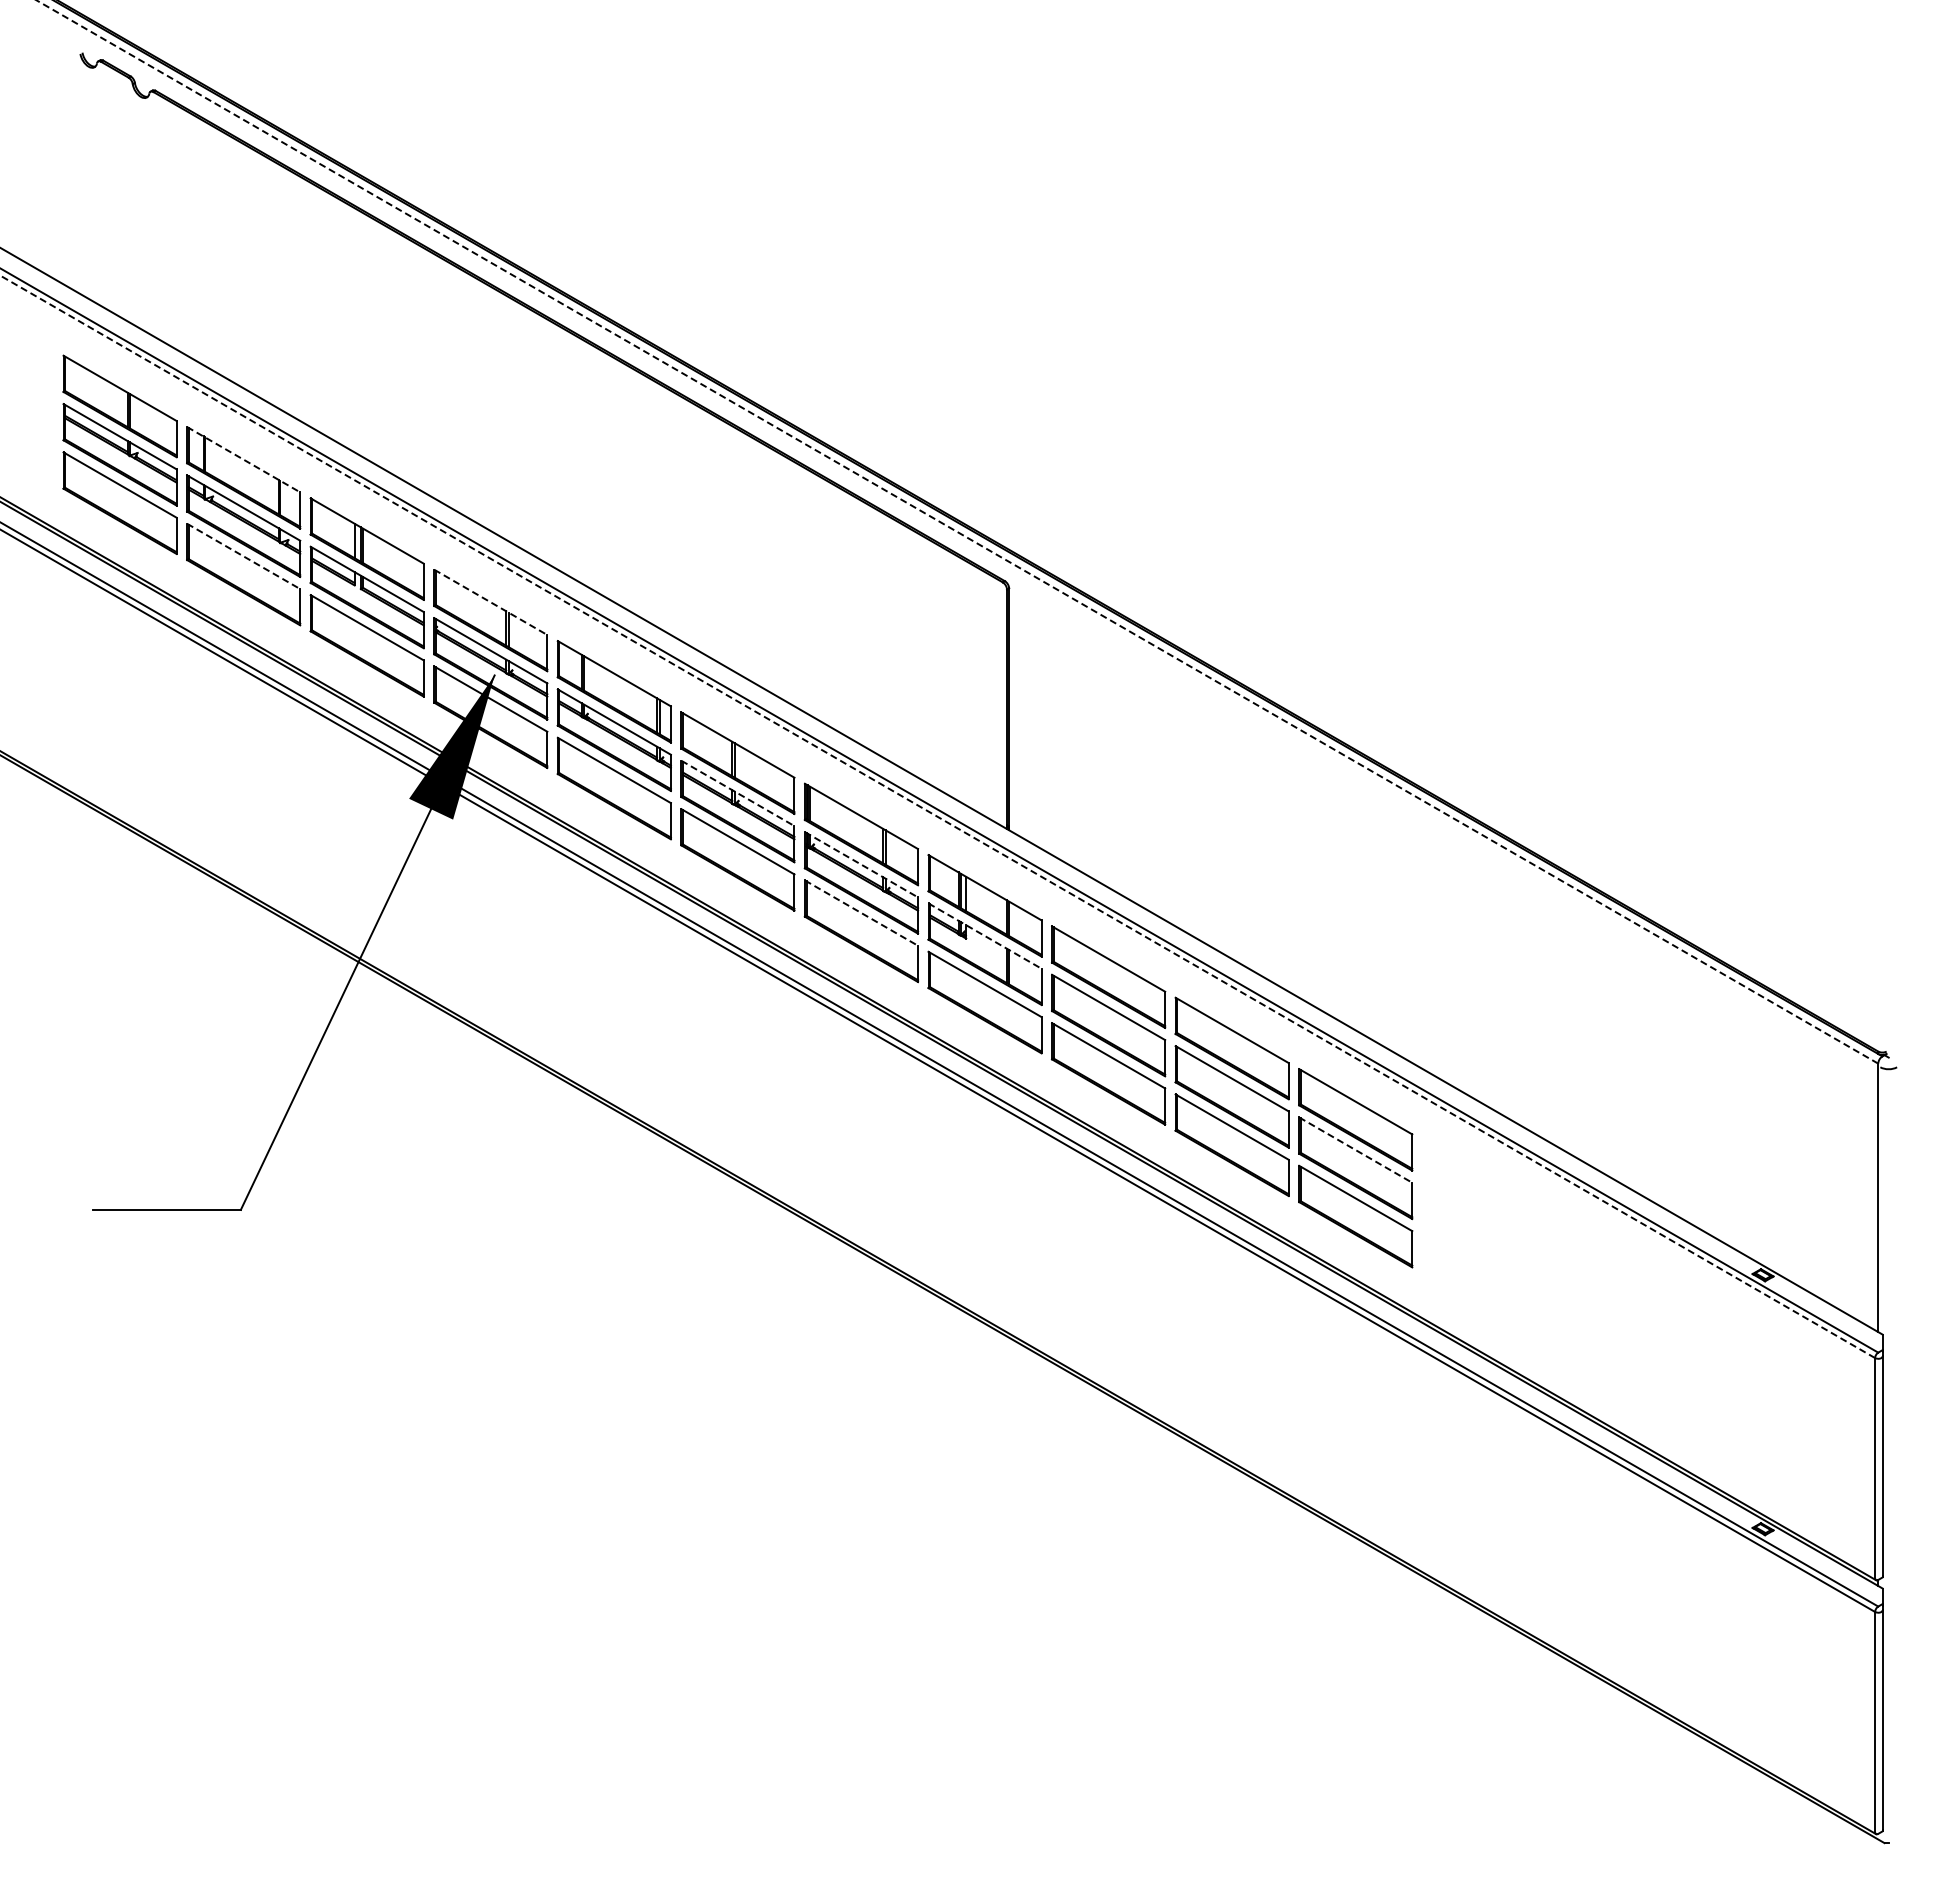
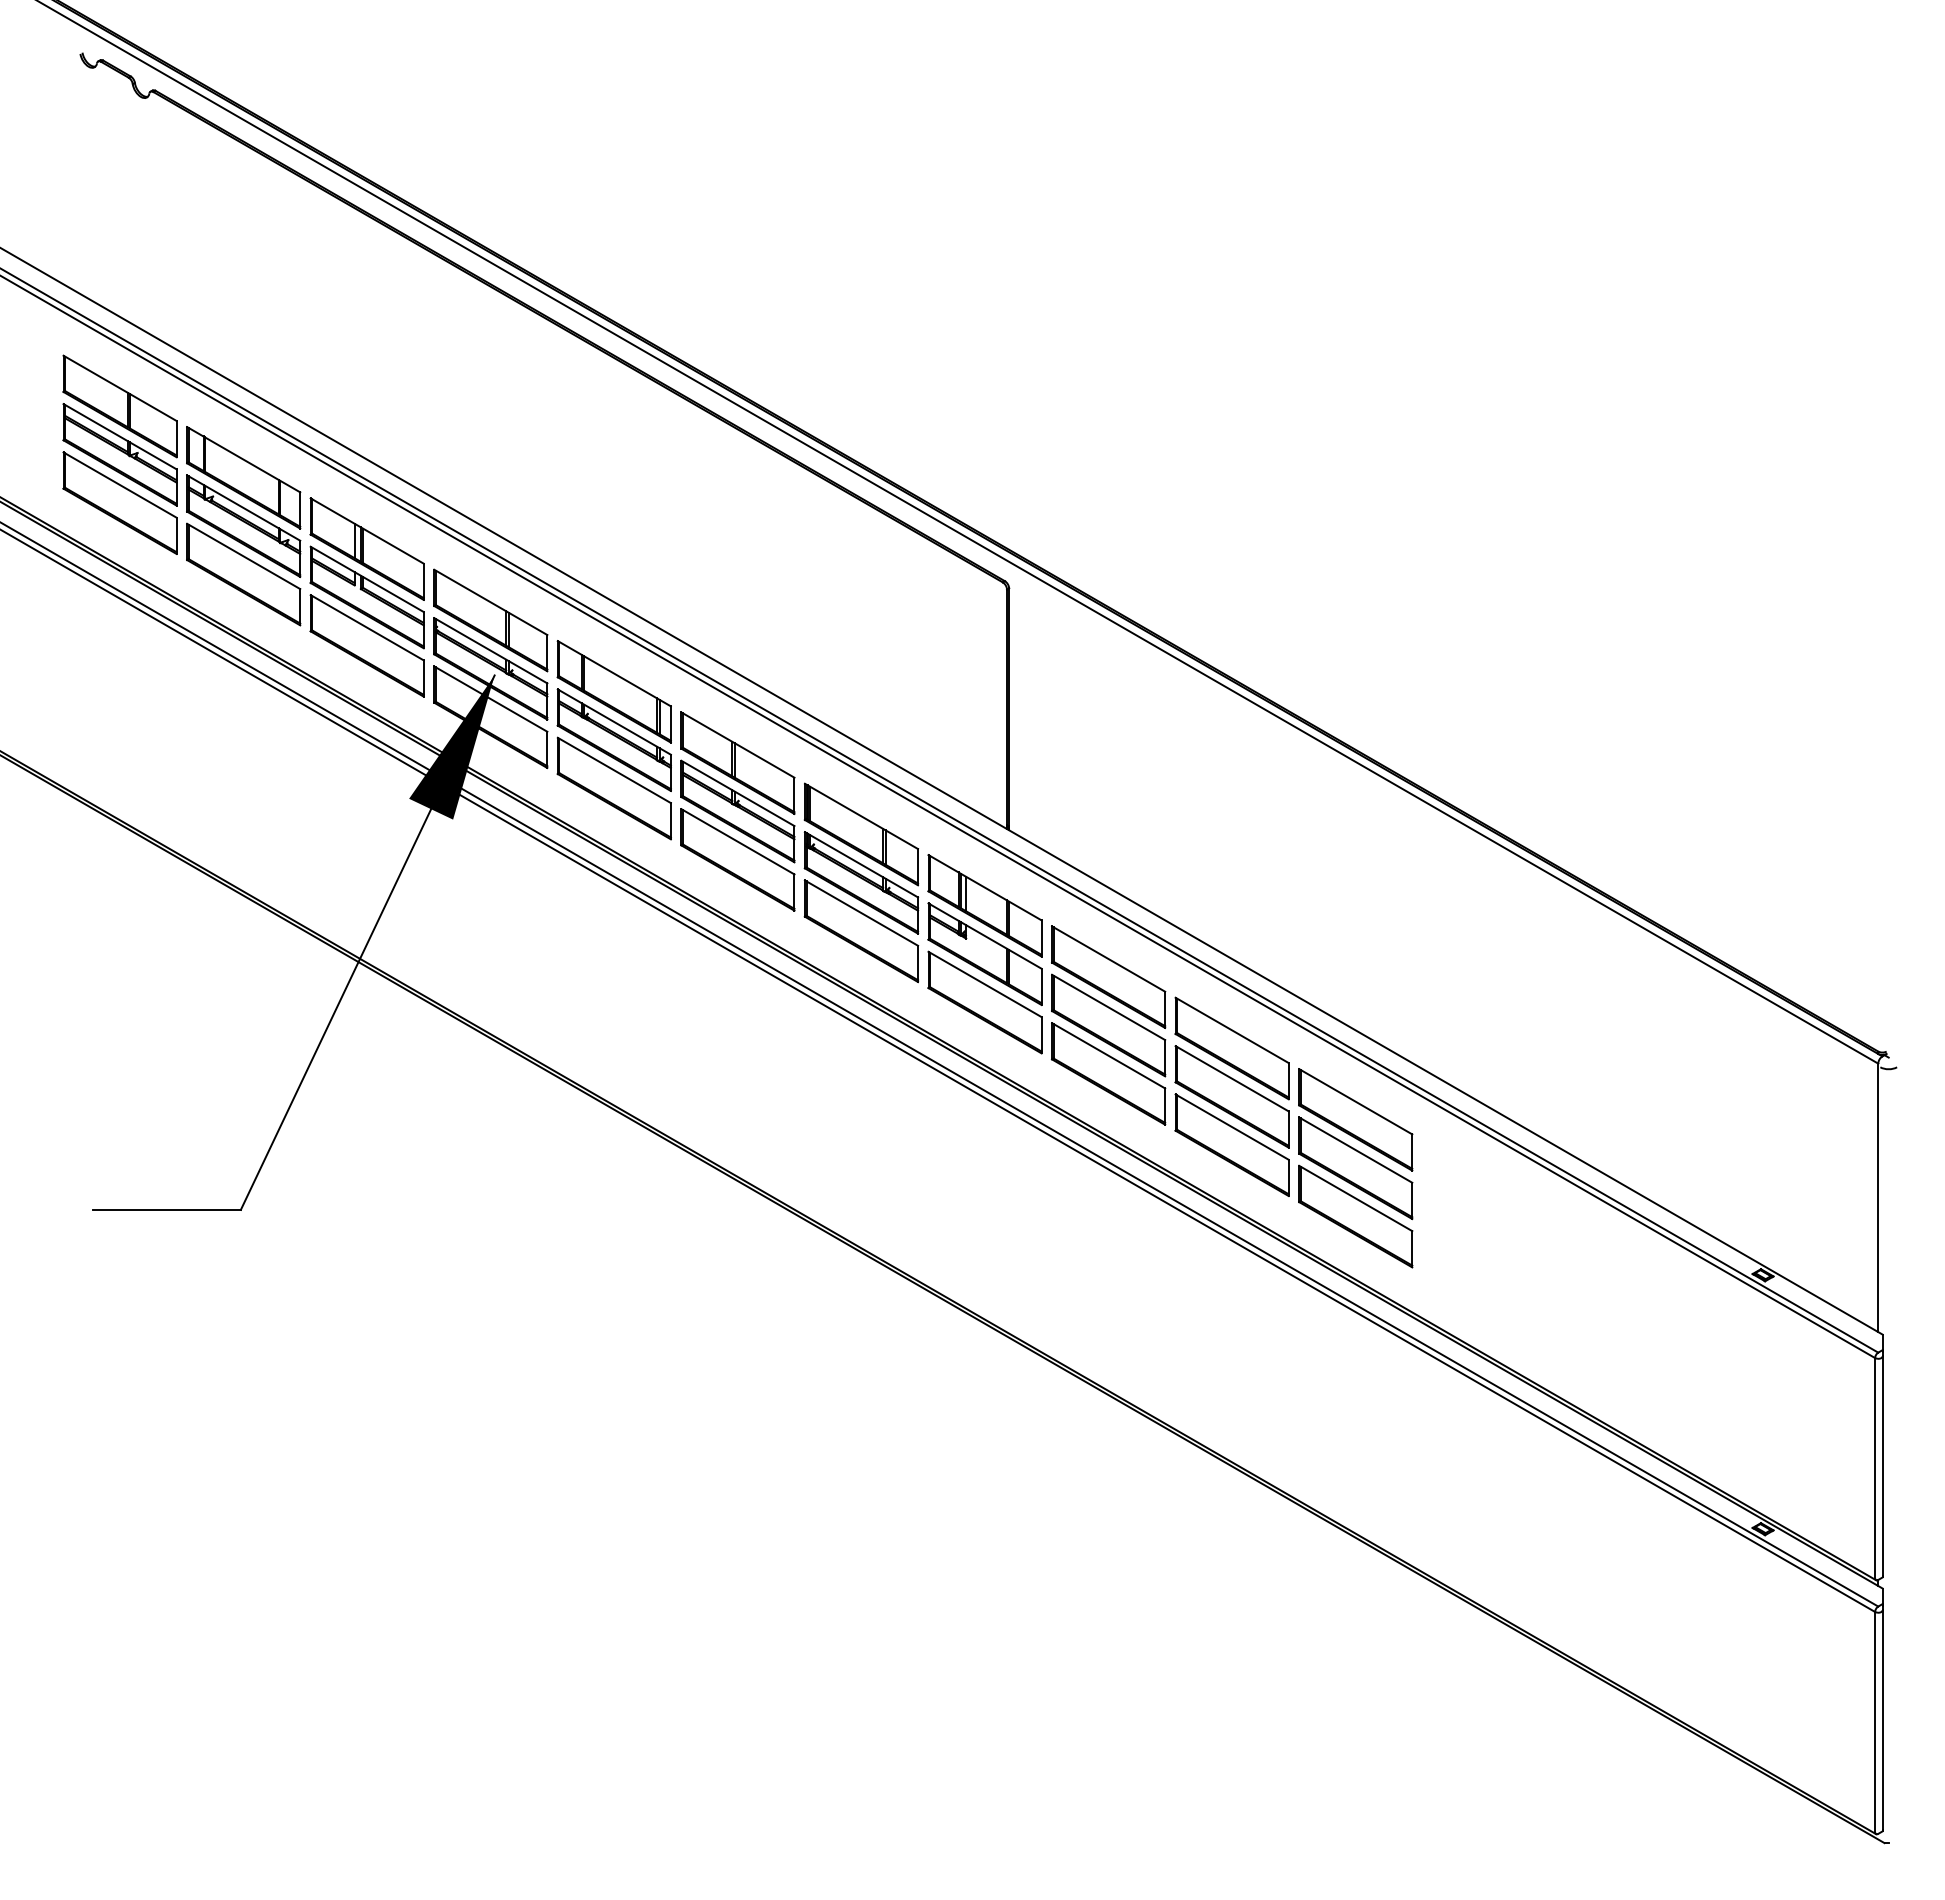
line at (244, 459): dashed -> solid
line at (956, 531): dashed -> solid
line at (244, 556): dashed -> solid
line at (491, 602): dashed -> solid
line at (738, 793): dashed -> solid
line at (937, 816): dashed -> solid
line at (861, 865): dashed -> solid
line at (861, 913): dashed -> solid
line at (985, 936): dashed -> solid
line at (1356, 1150): dashed -> solid
